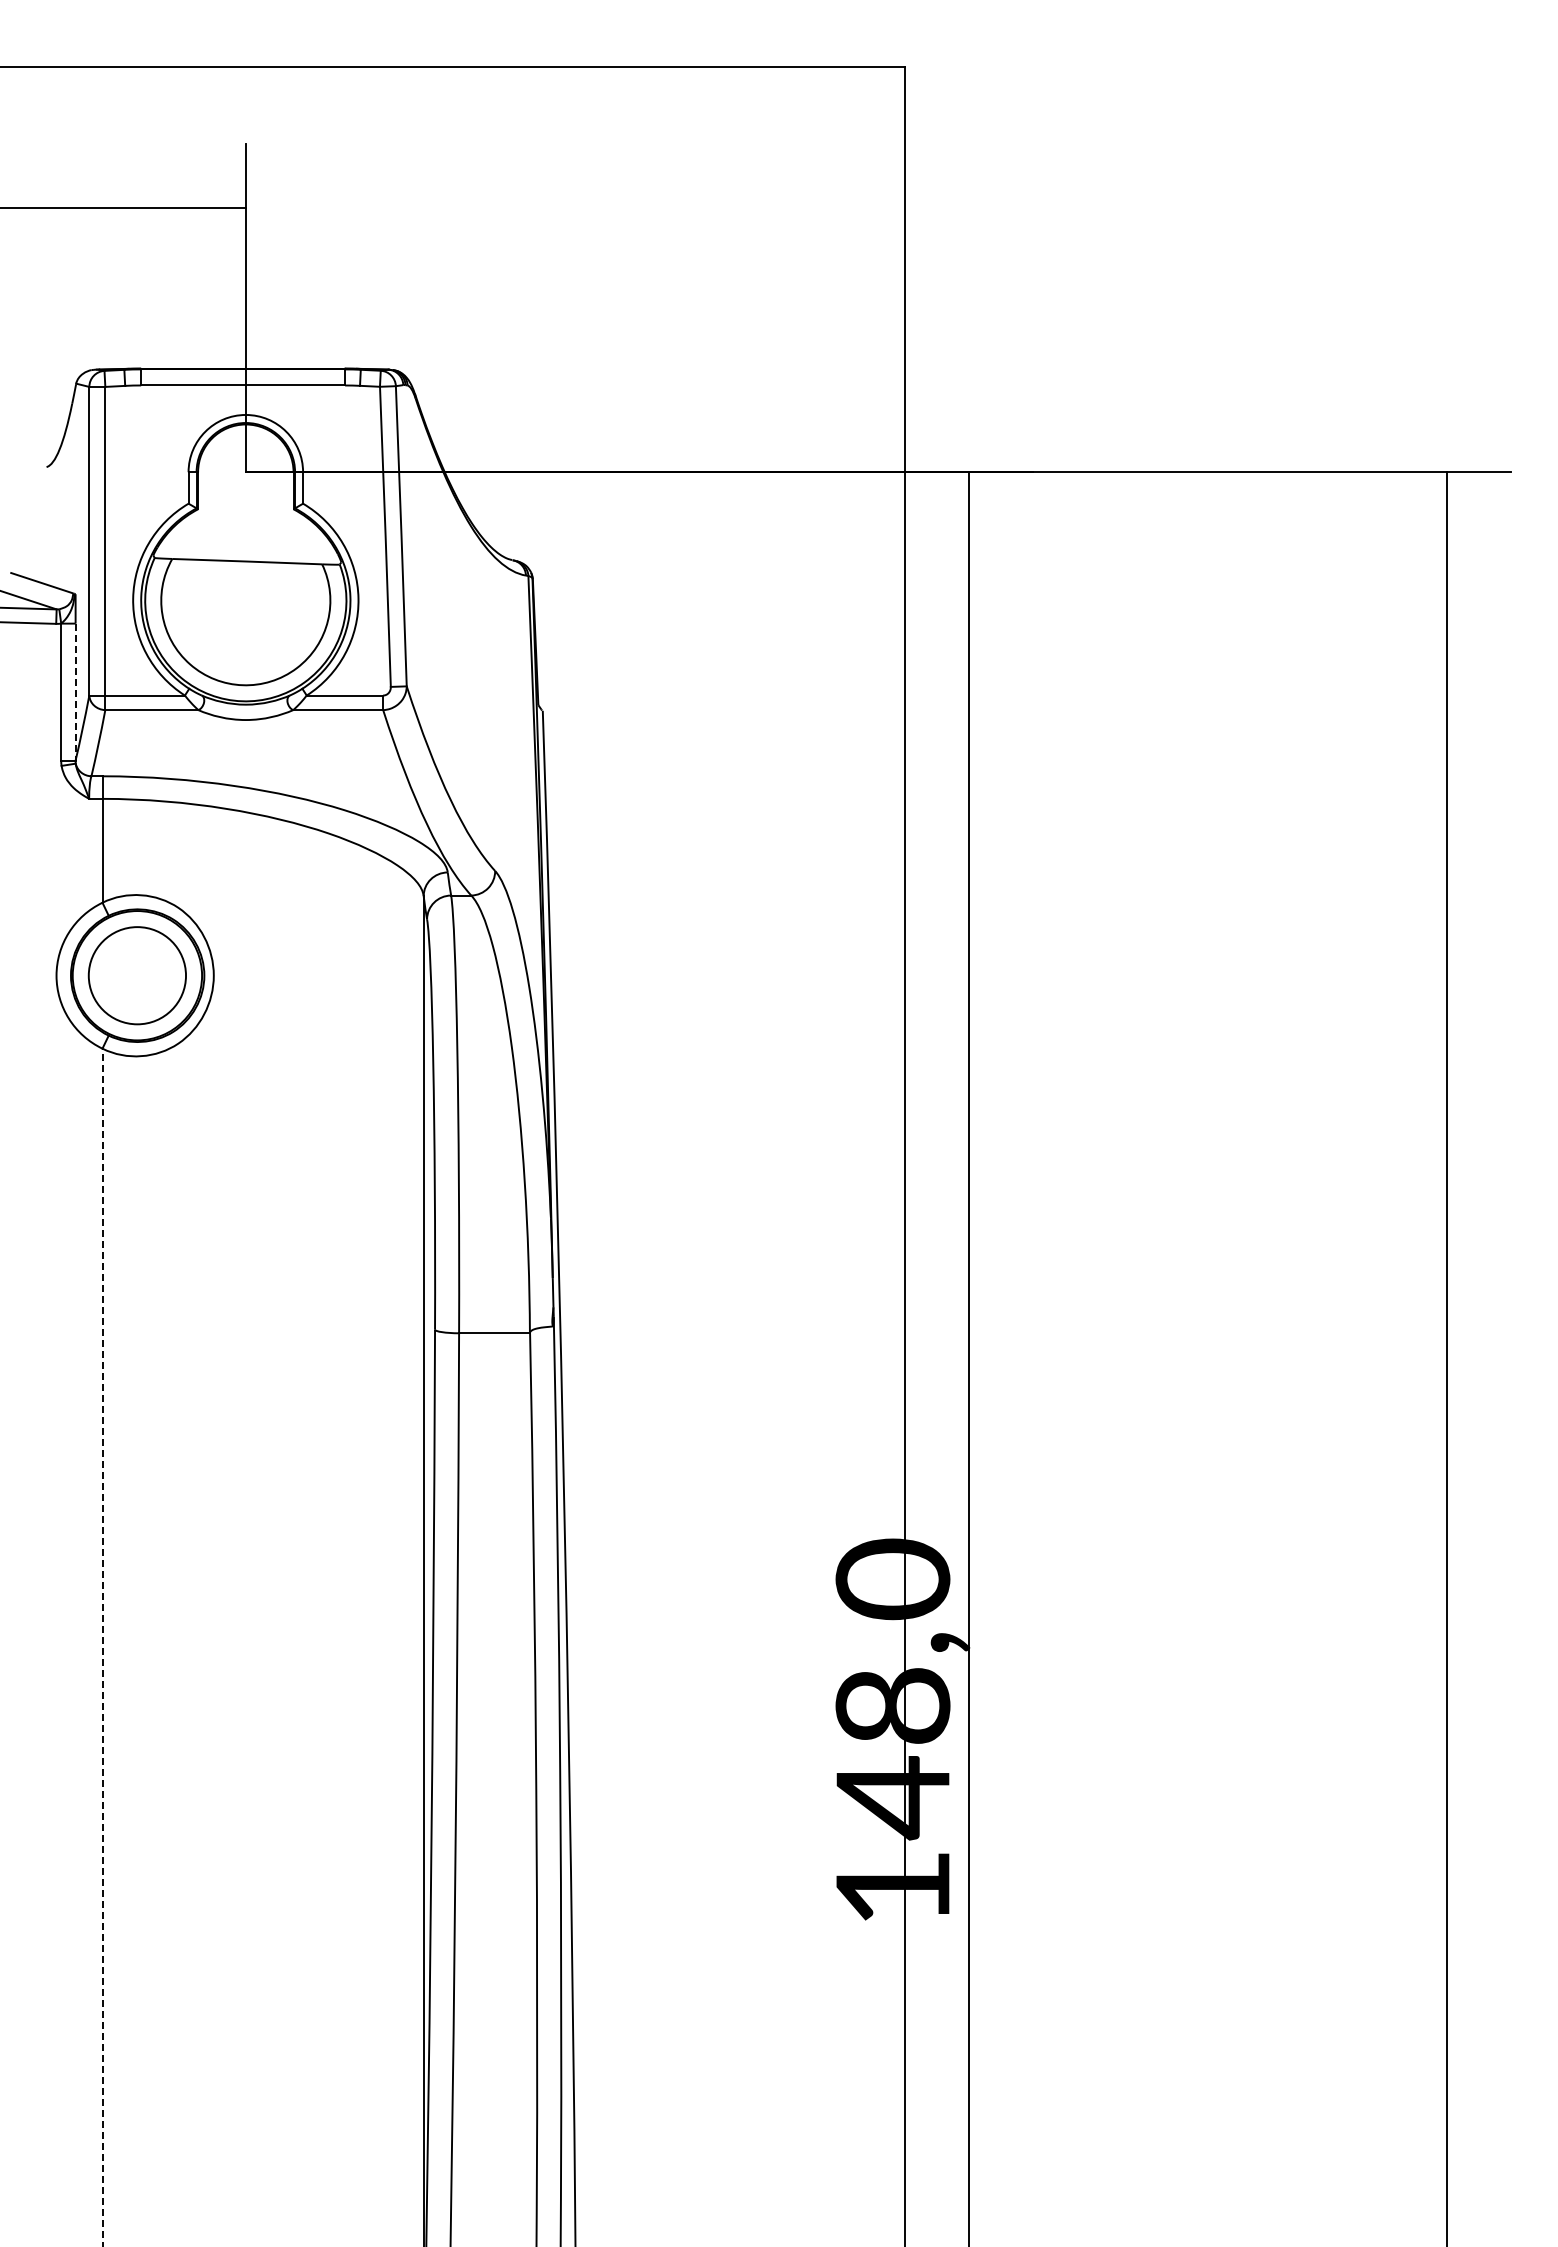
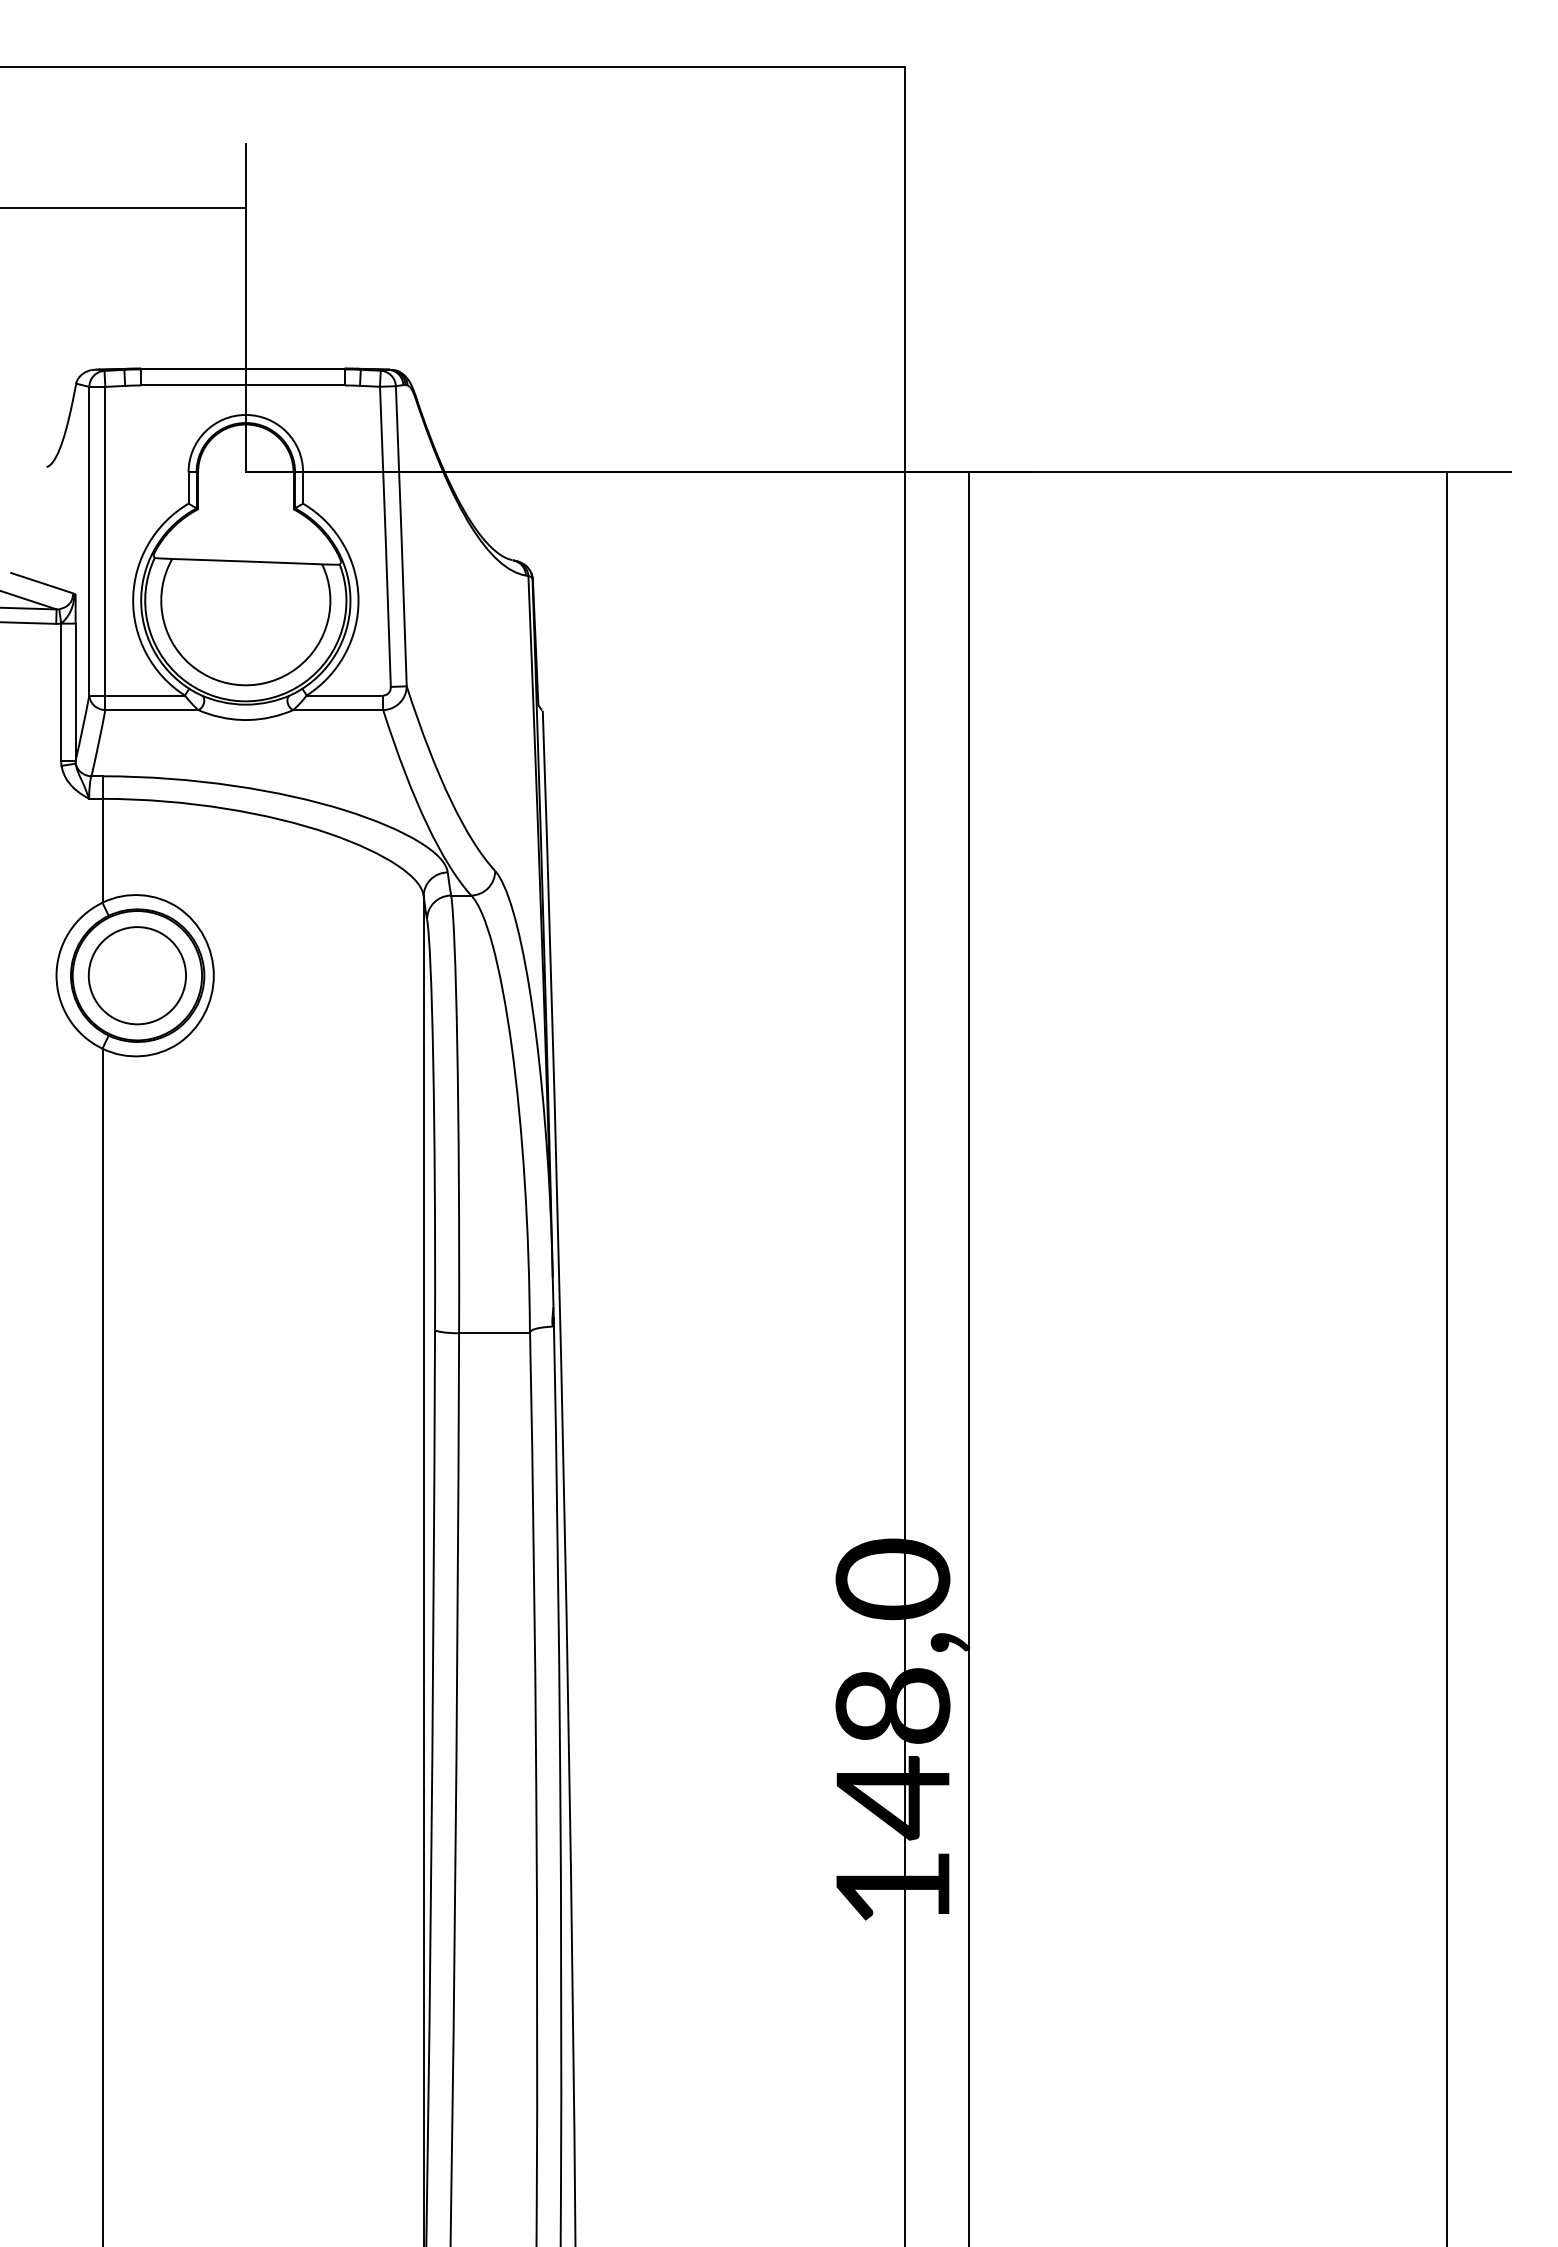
line at (75, 692): dashed -> solid
line at (102, 1647): dashed -> solid
